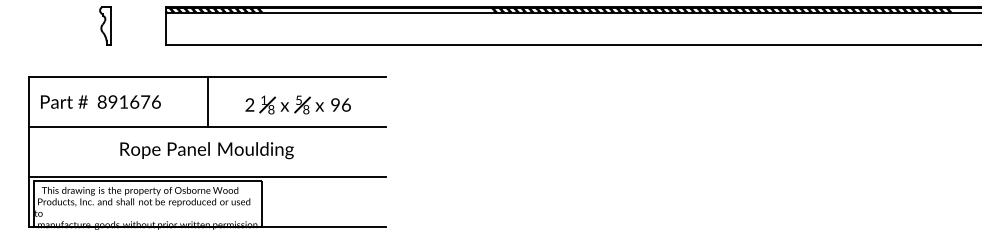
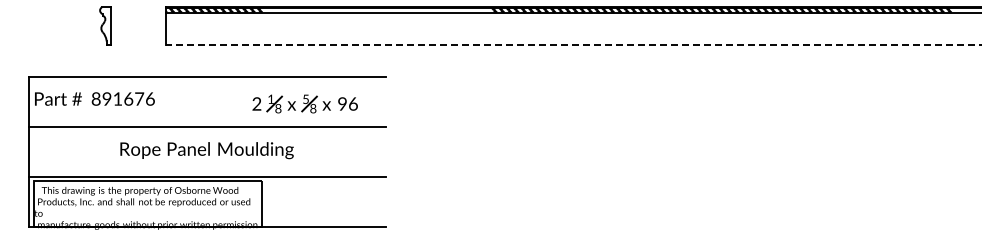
line at (573, 44): solid -> dashed
text at (100, 101) position: (100, 101) -> (94, 98)
line at (207, 102): present -> none
part at (297, 104) position: (297, 104) -> (304, 103)
